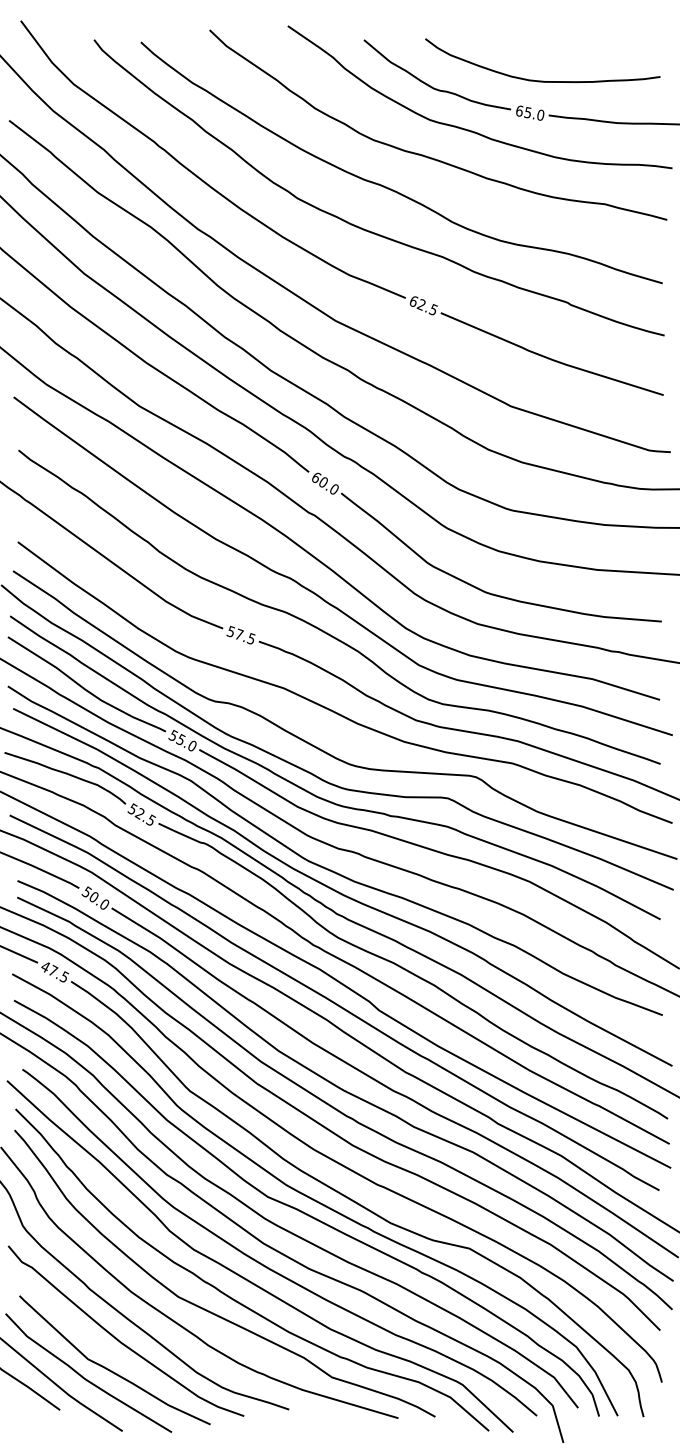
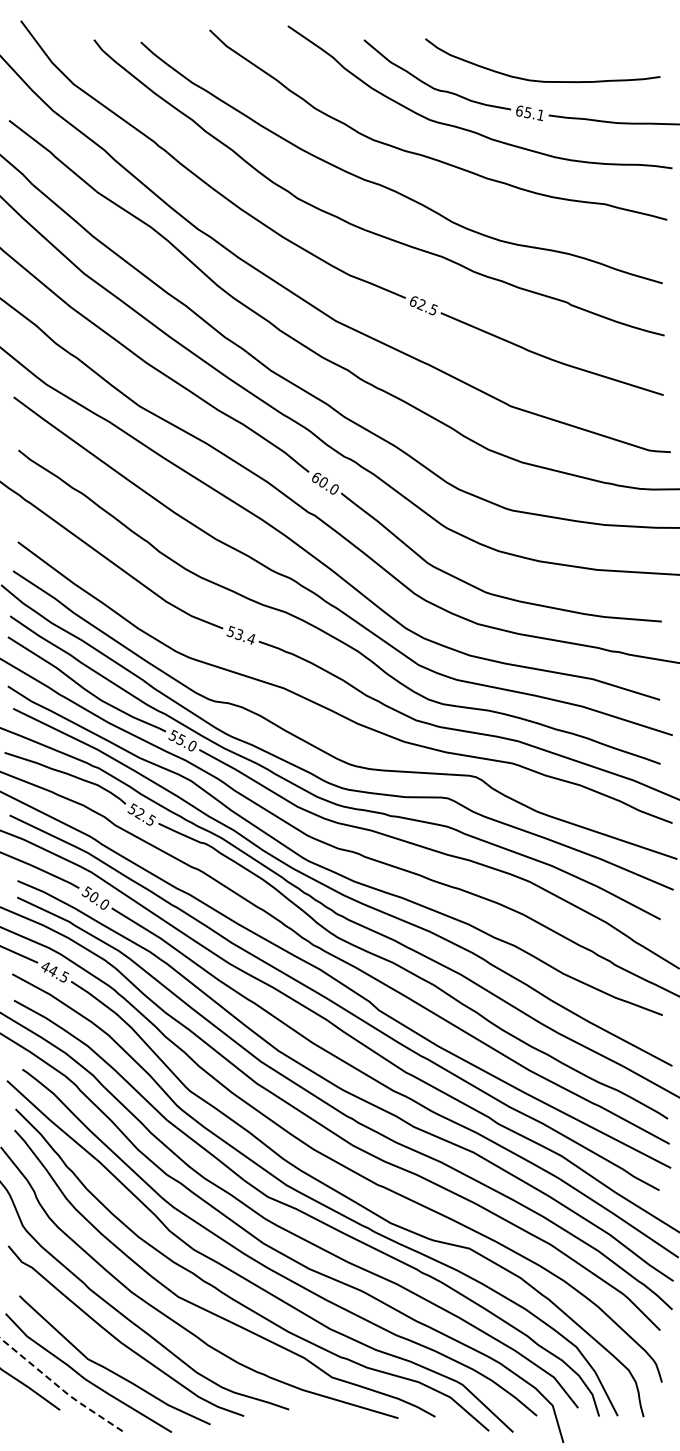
text at (540, 115): 65.0 -> 65.1
text at (244, 636): 57.5 -> 53.4
text at (53, 970): 47.5 -> 44.5
line at (60, 1388): solid -> dashed
